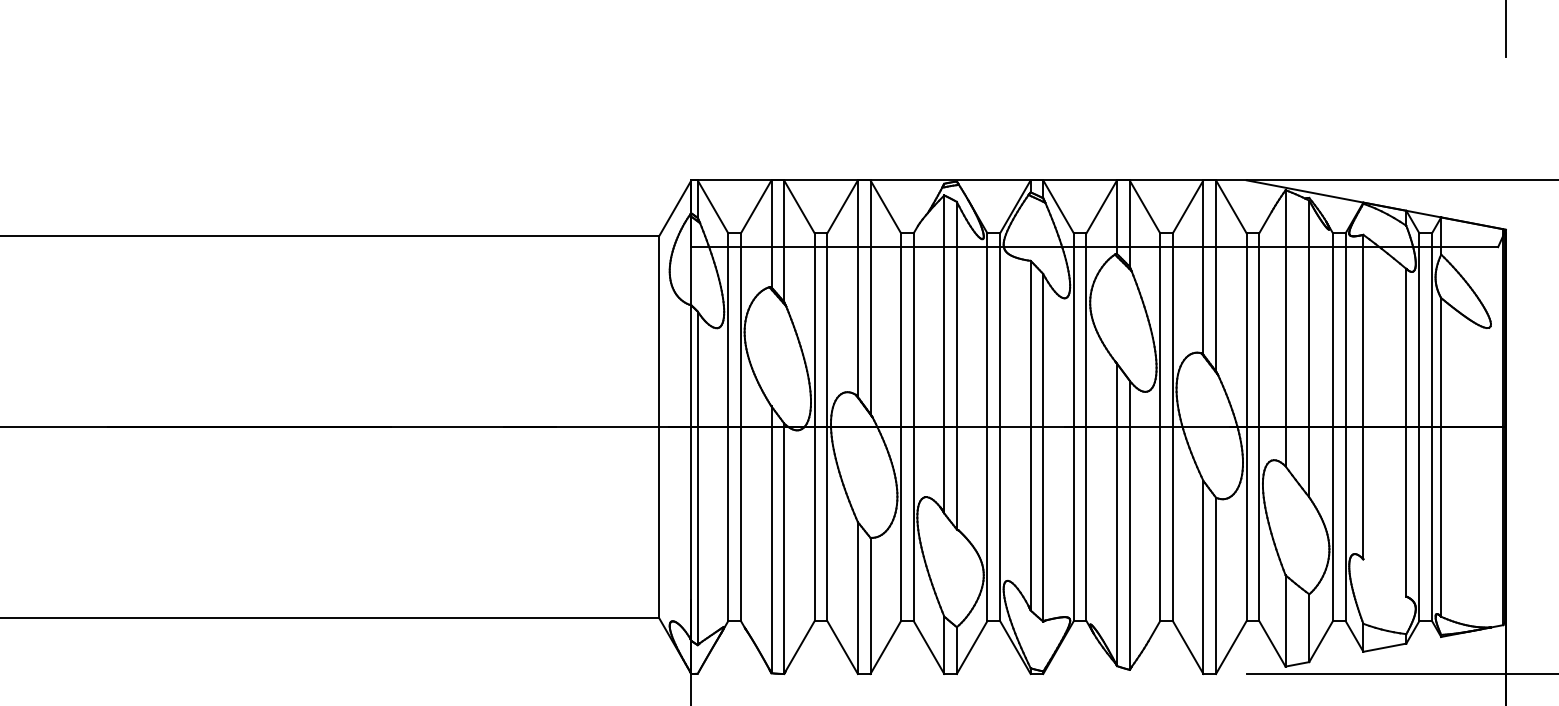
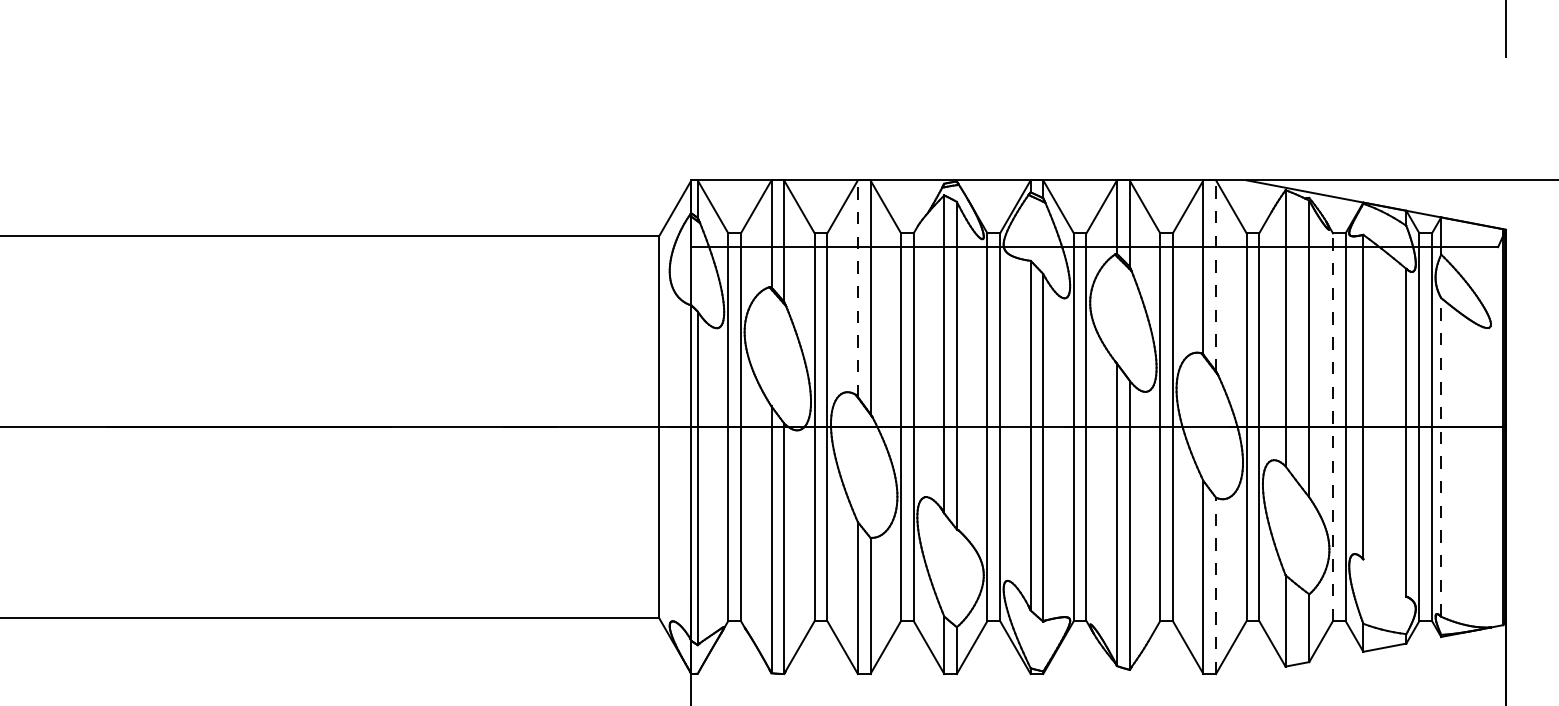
line at (1216, 275): solid -> dashed
line at (857, 288): solid -> dashed
line at (1333, 427): solid -> dashed
line at (1441, 456): solid -> dashed
line at (1216, 585): solid -> dashed
line at (1400, 674): present -> none
